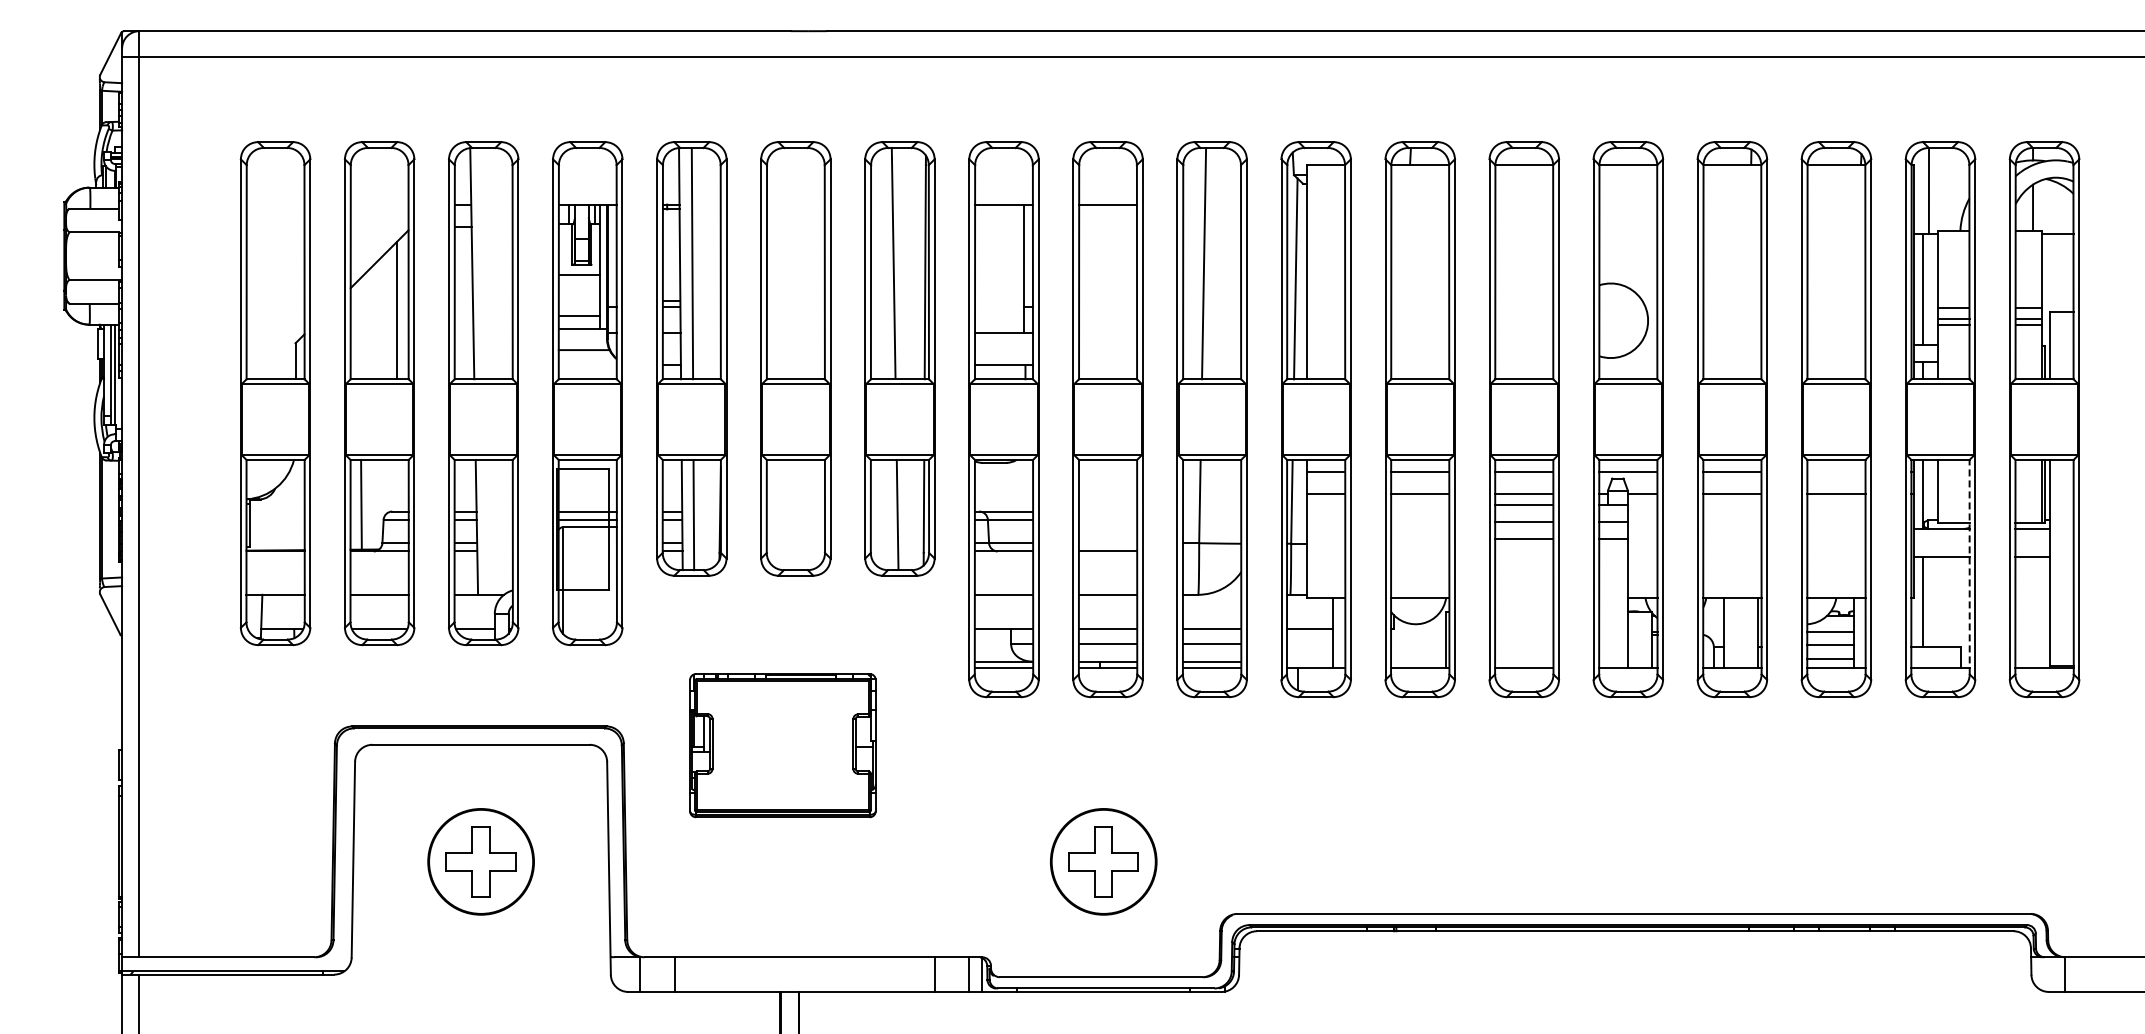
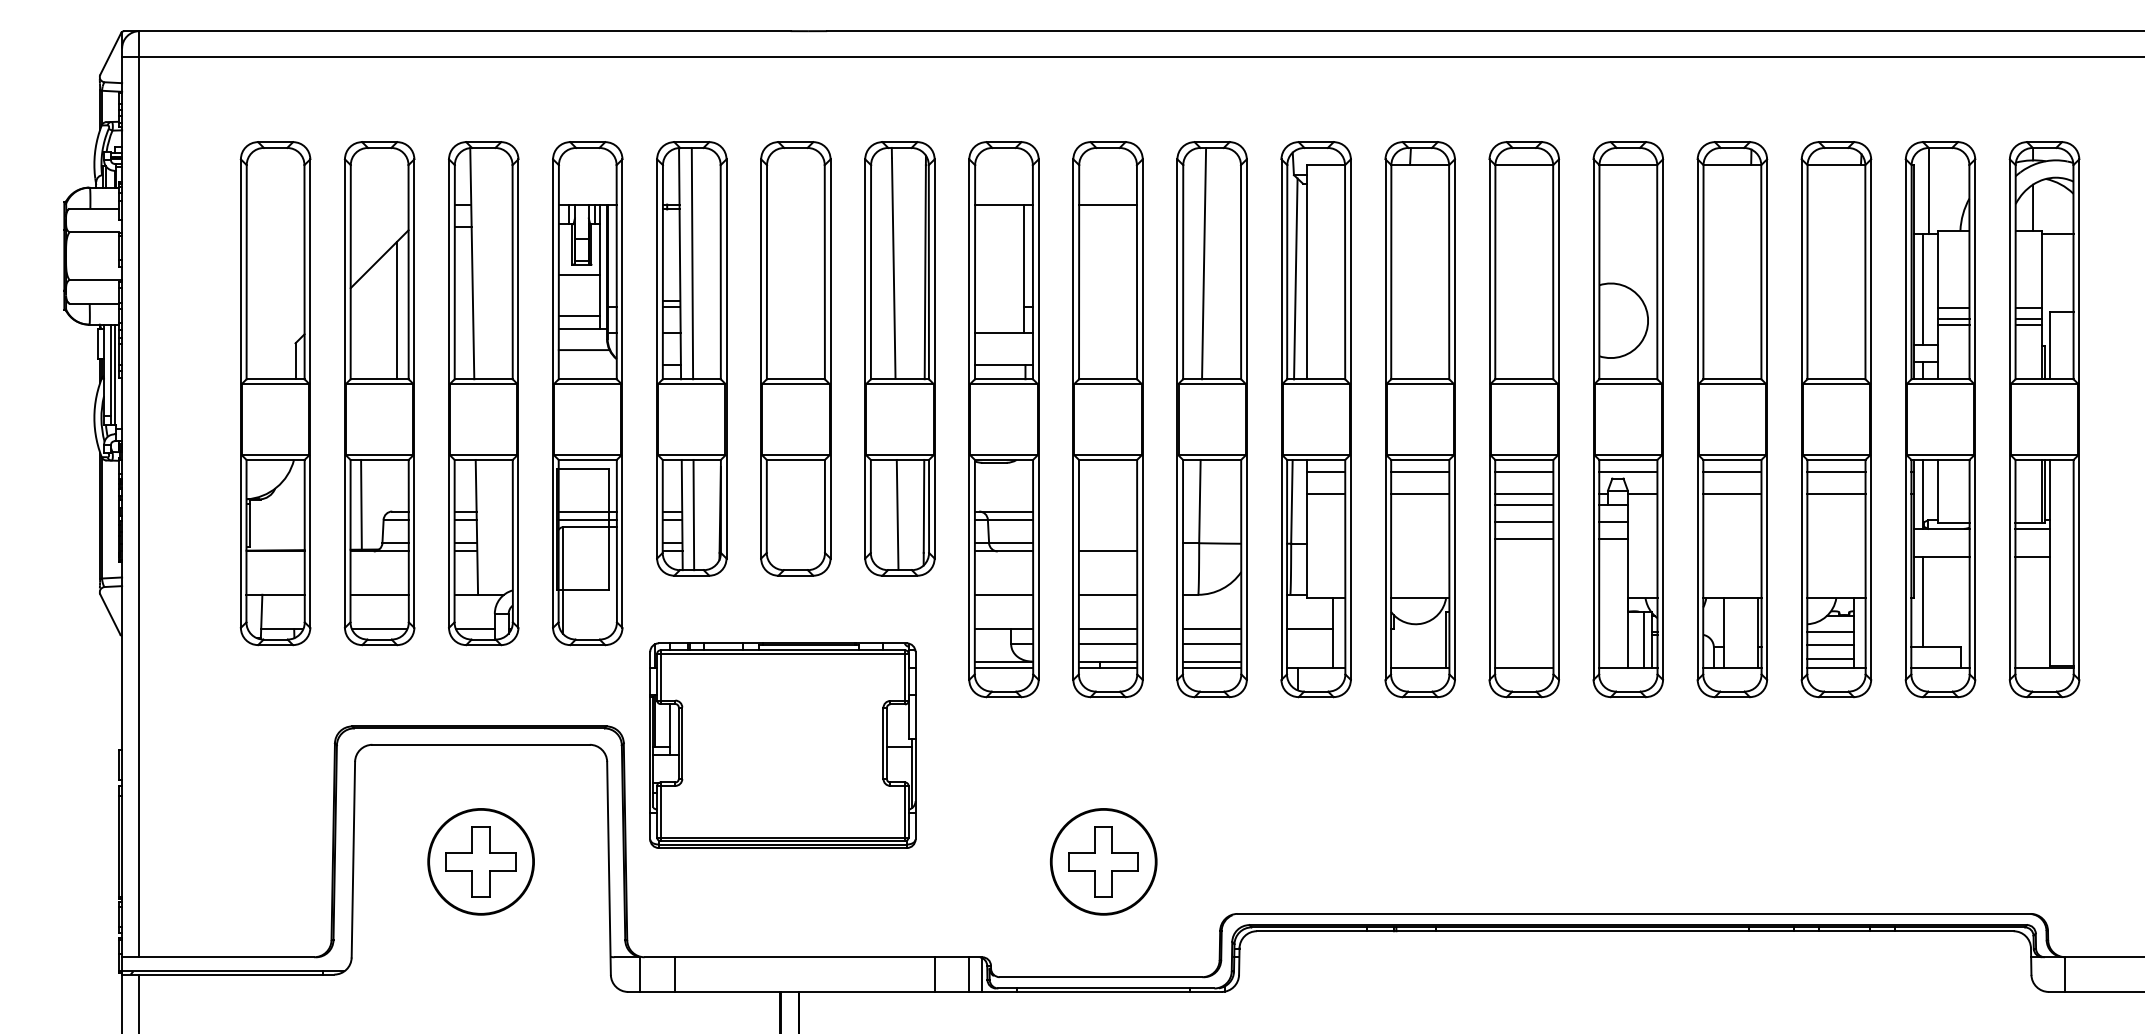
line at (1836, 471): none -> present
line at (1969, 566): dashed -> solid
line at (1643, 639): none -> present
part at (782, 745) size: 188x146 px -> 268x207 px
